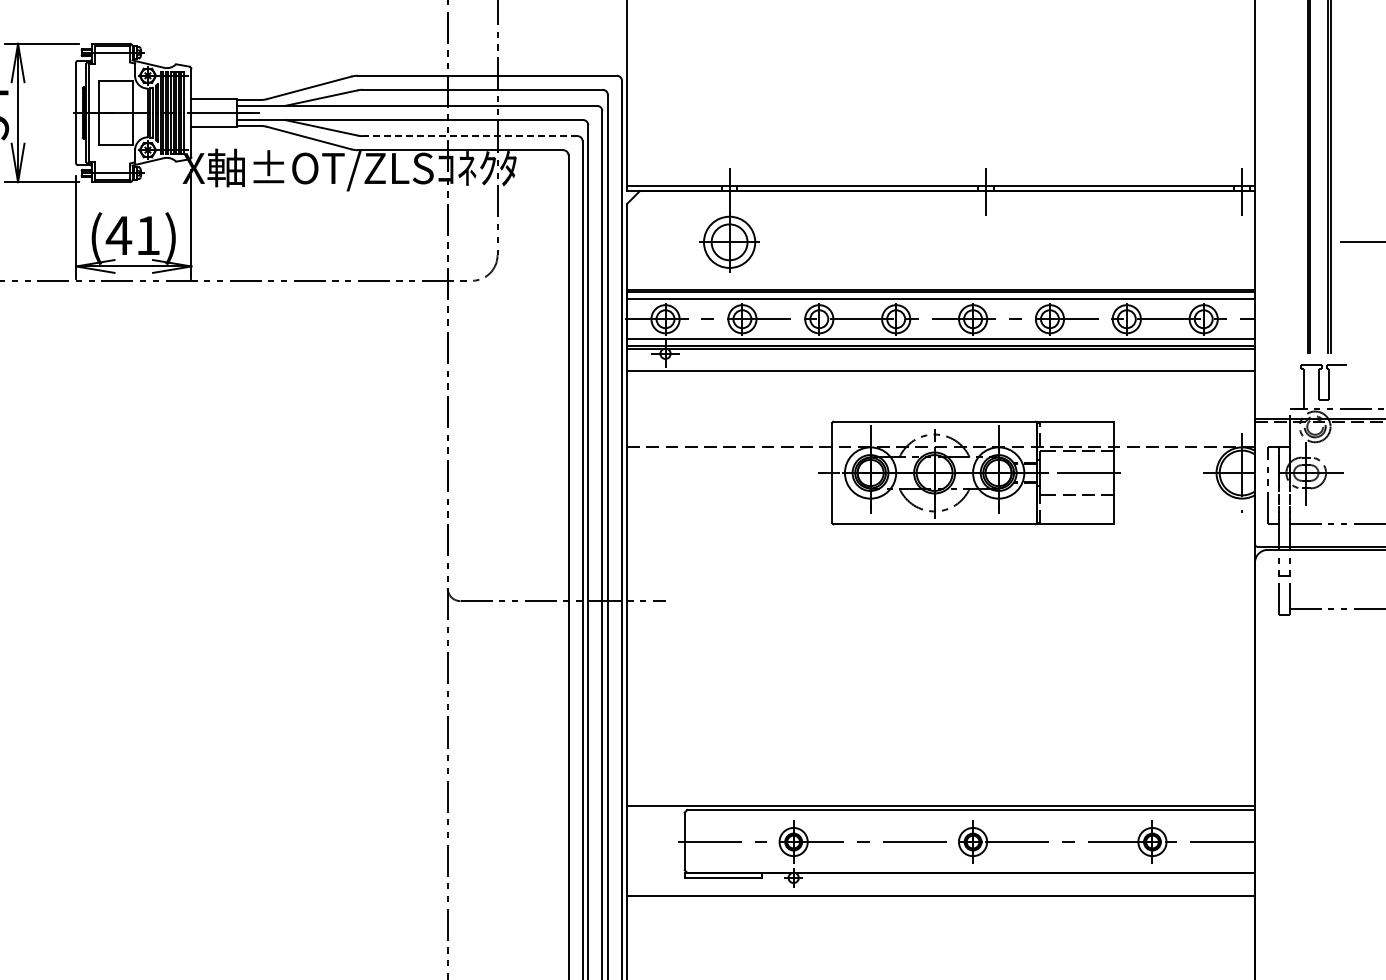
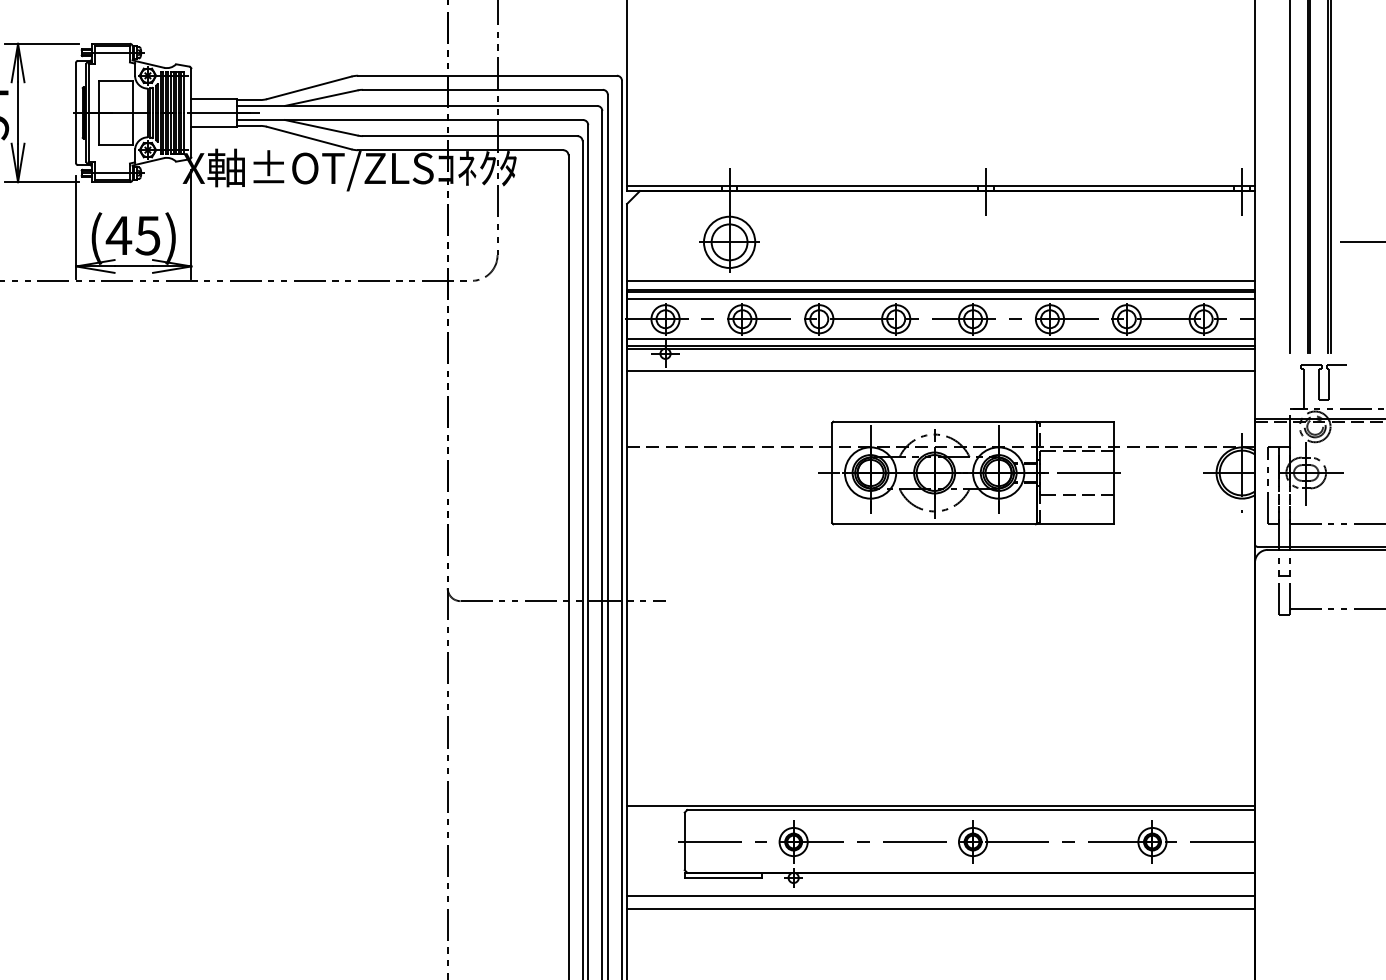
line at (469, 136): dashed -> solid
line at (1289, 177): none -> present
text at (147, 235): (41) -> (45)
line at (940, 280): none -> present
line at (940, 908): none -> present
